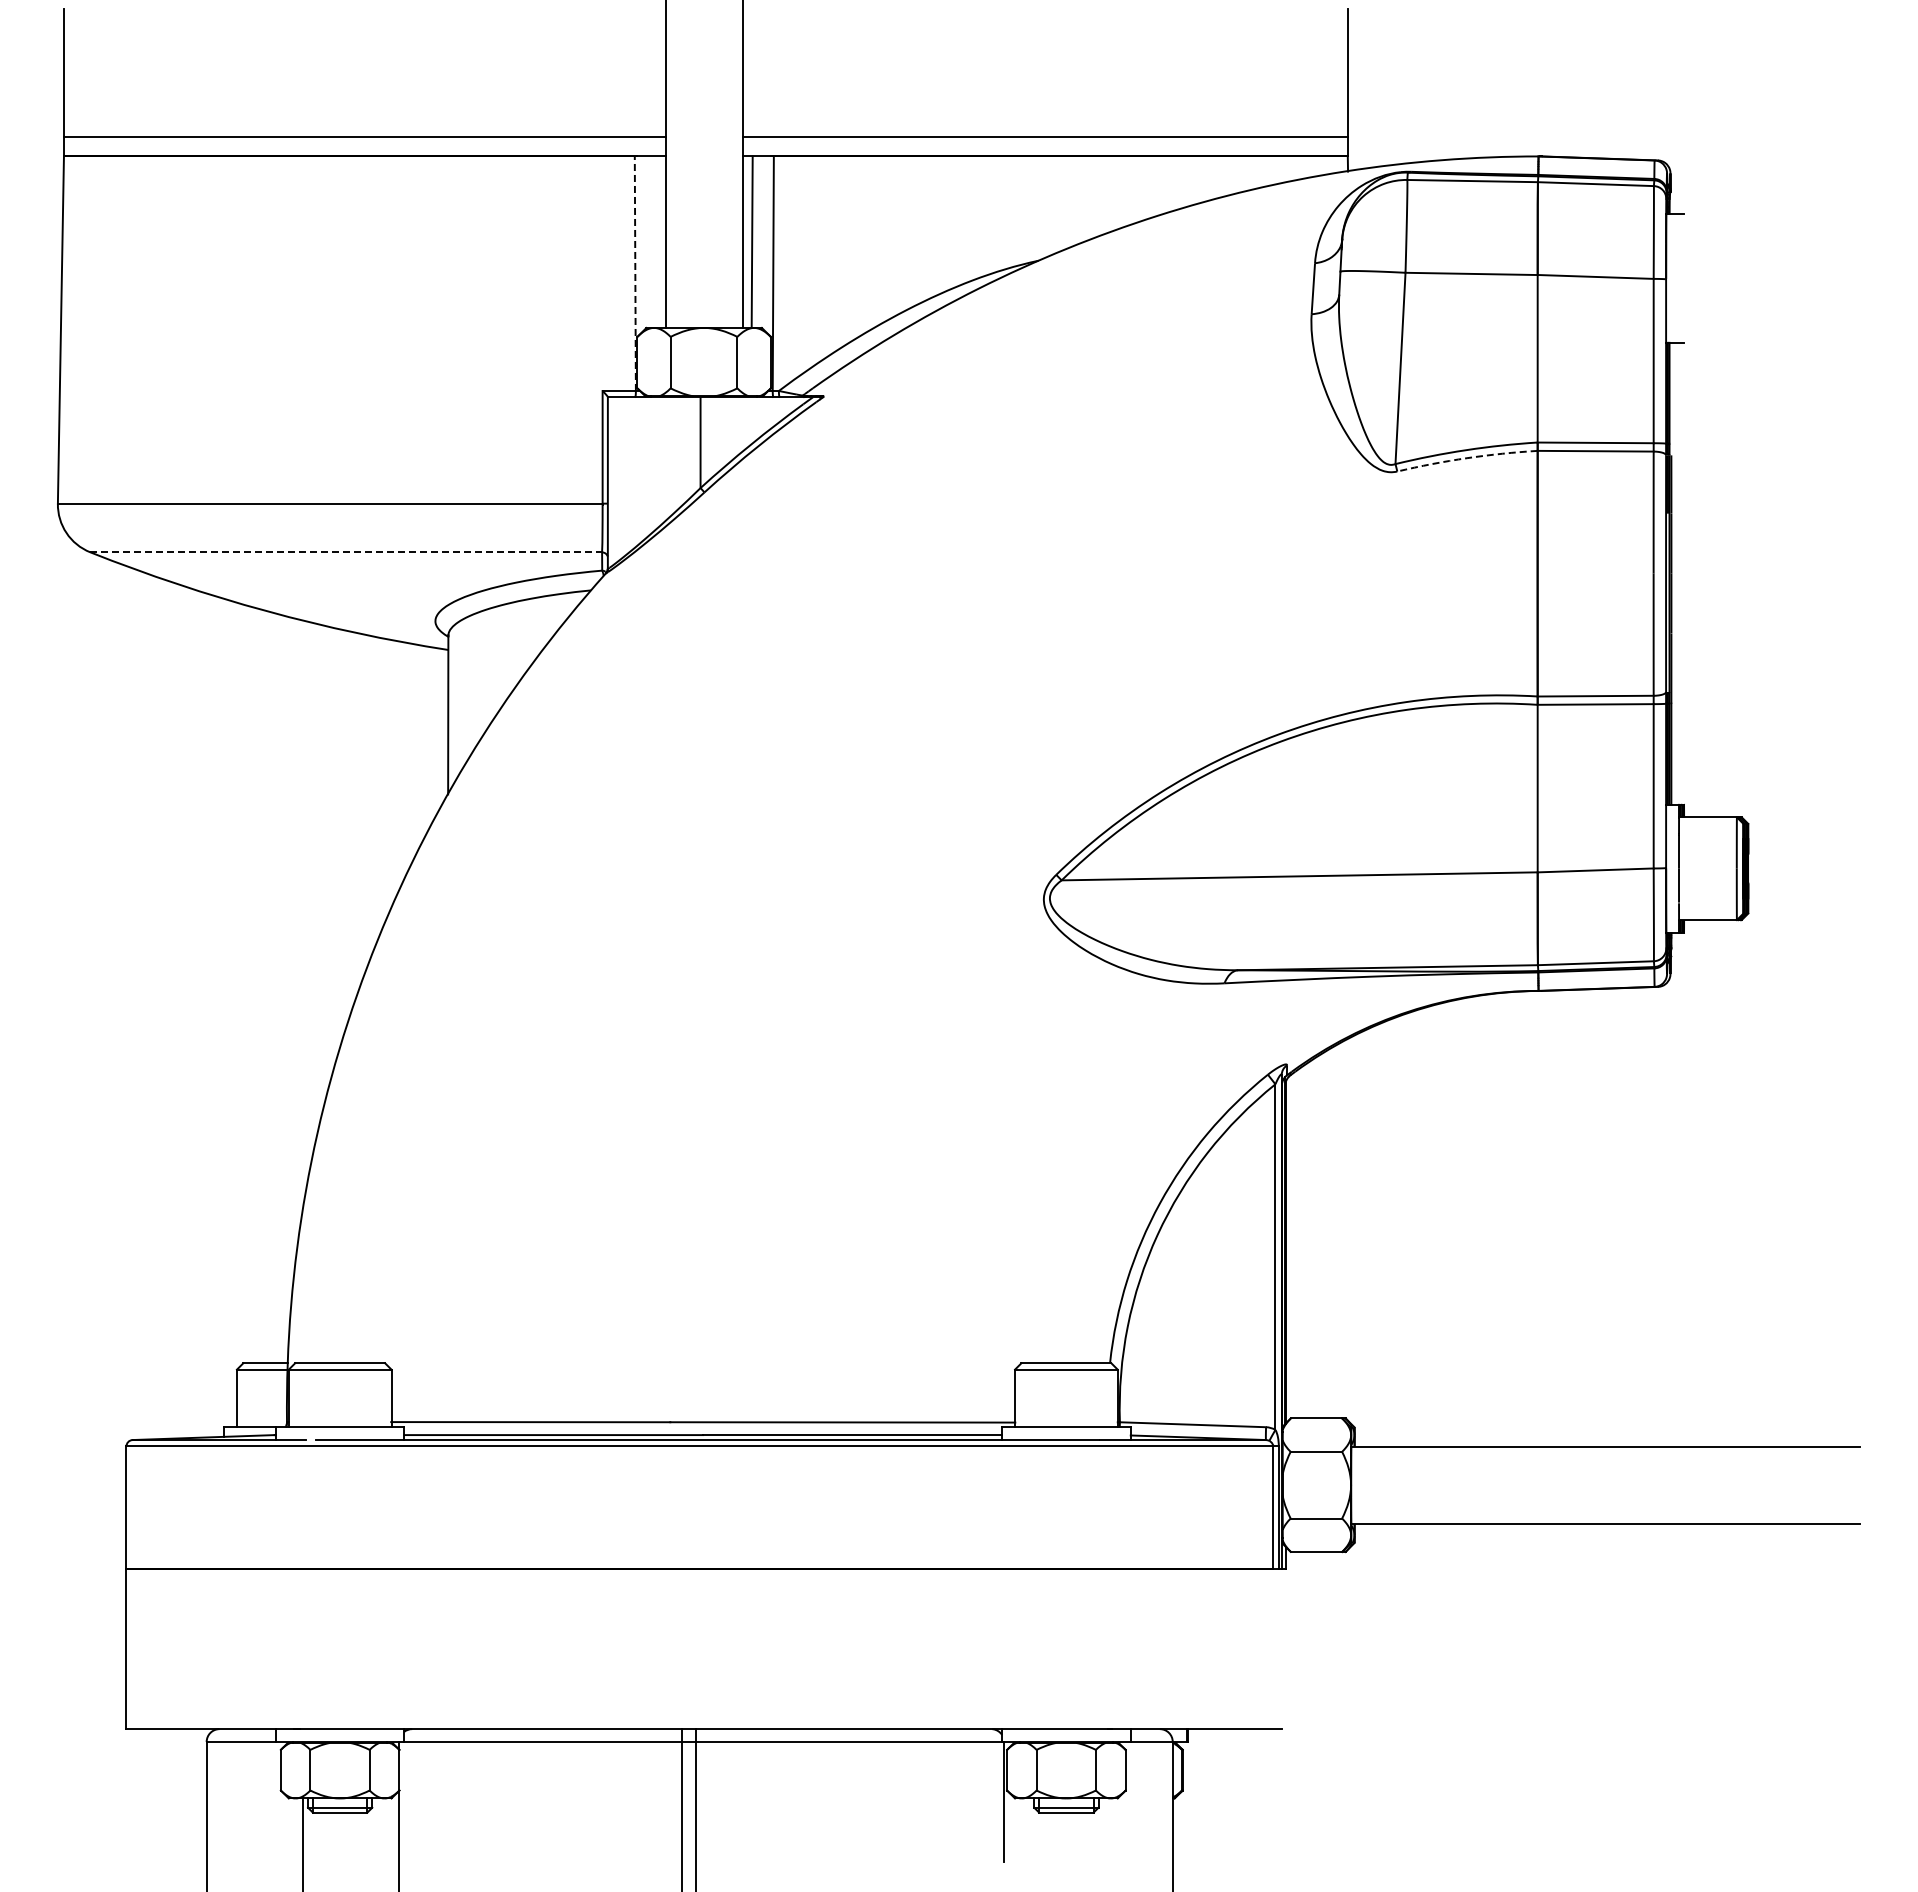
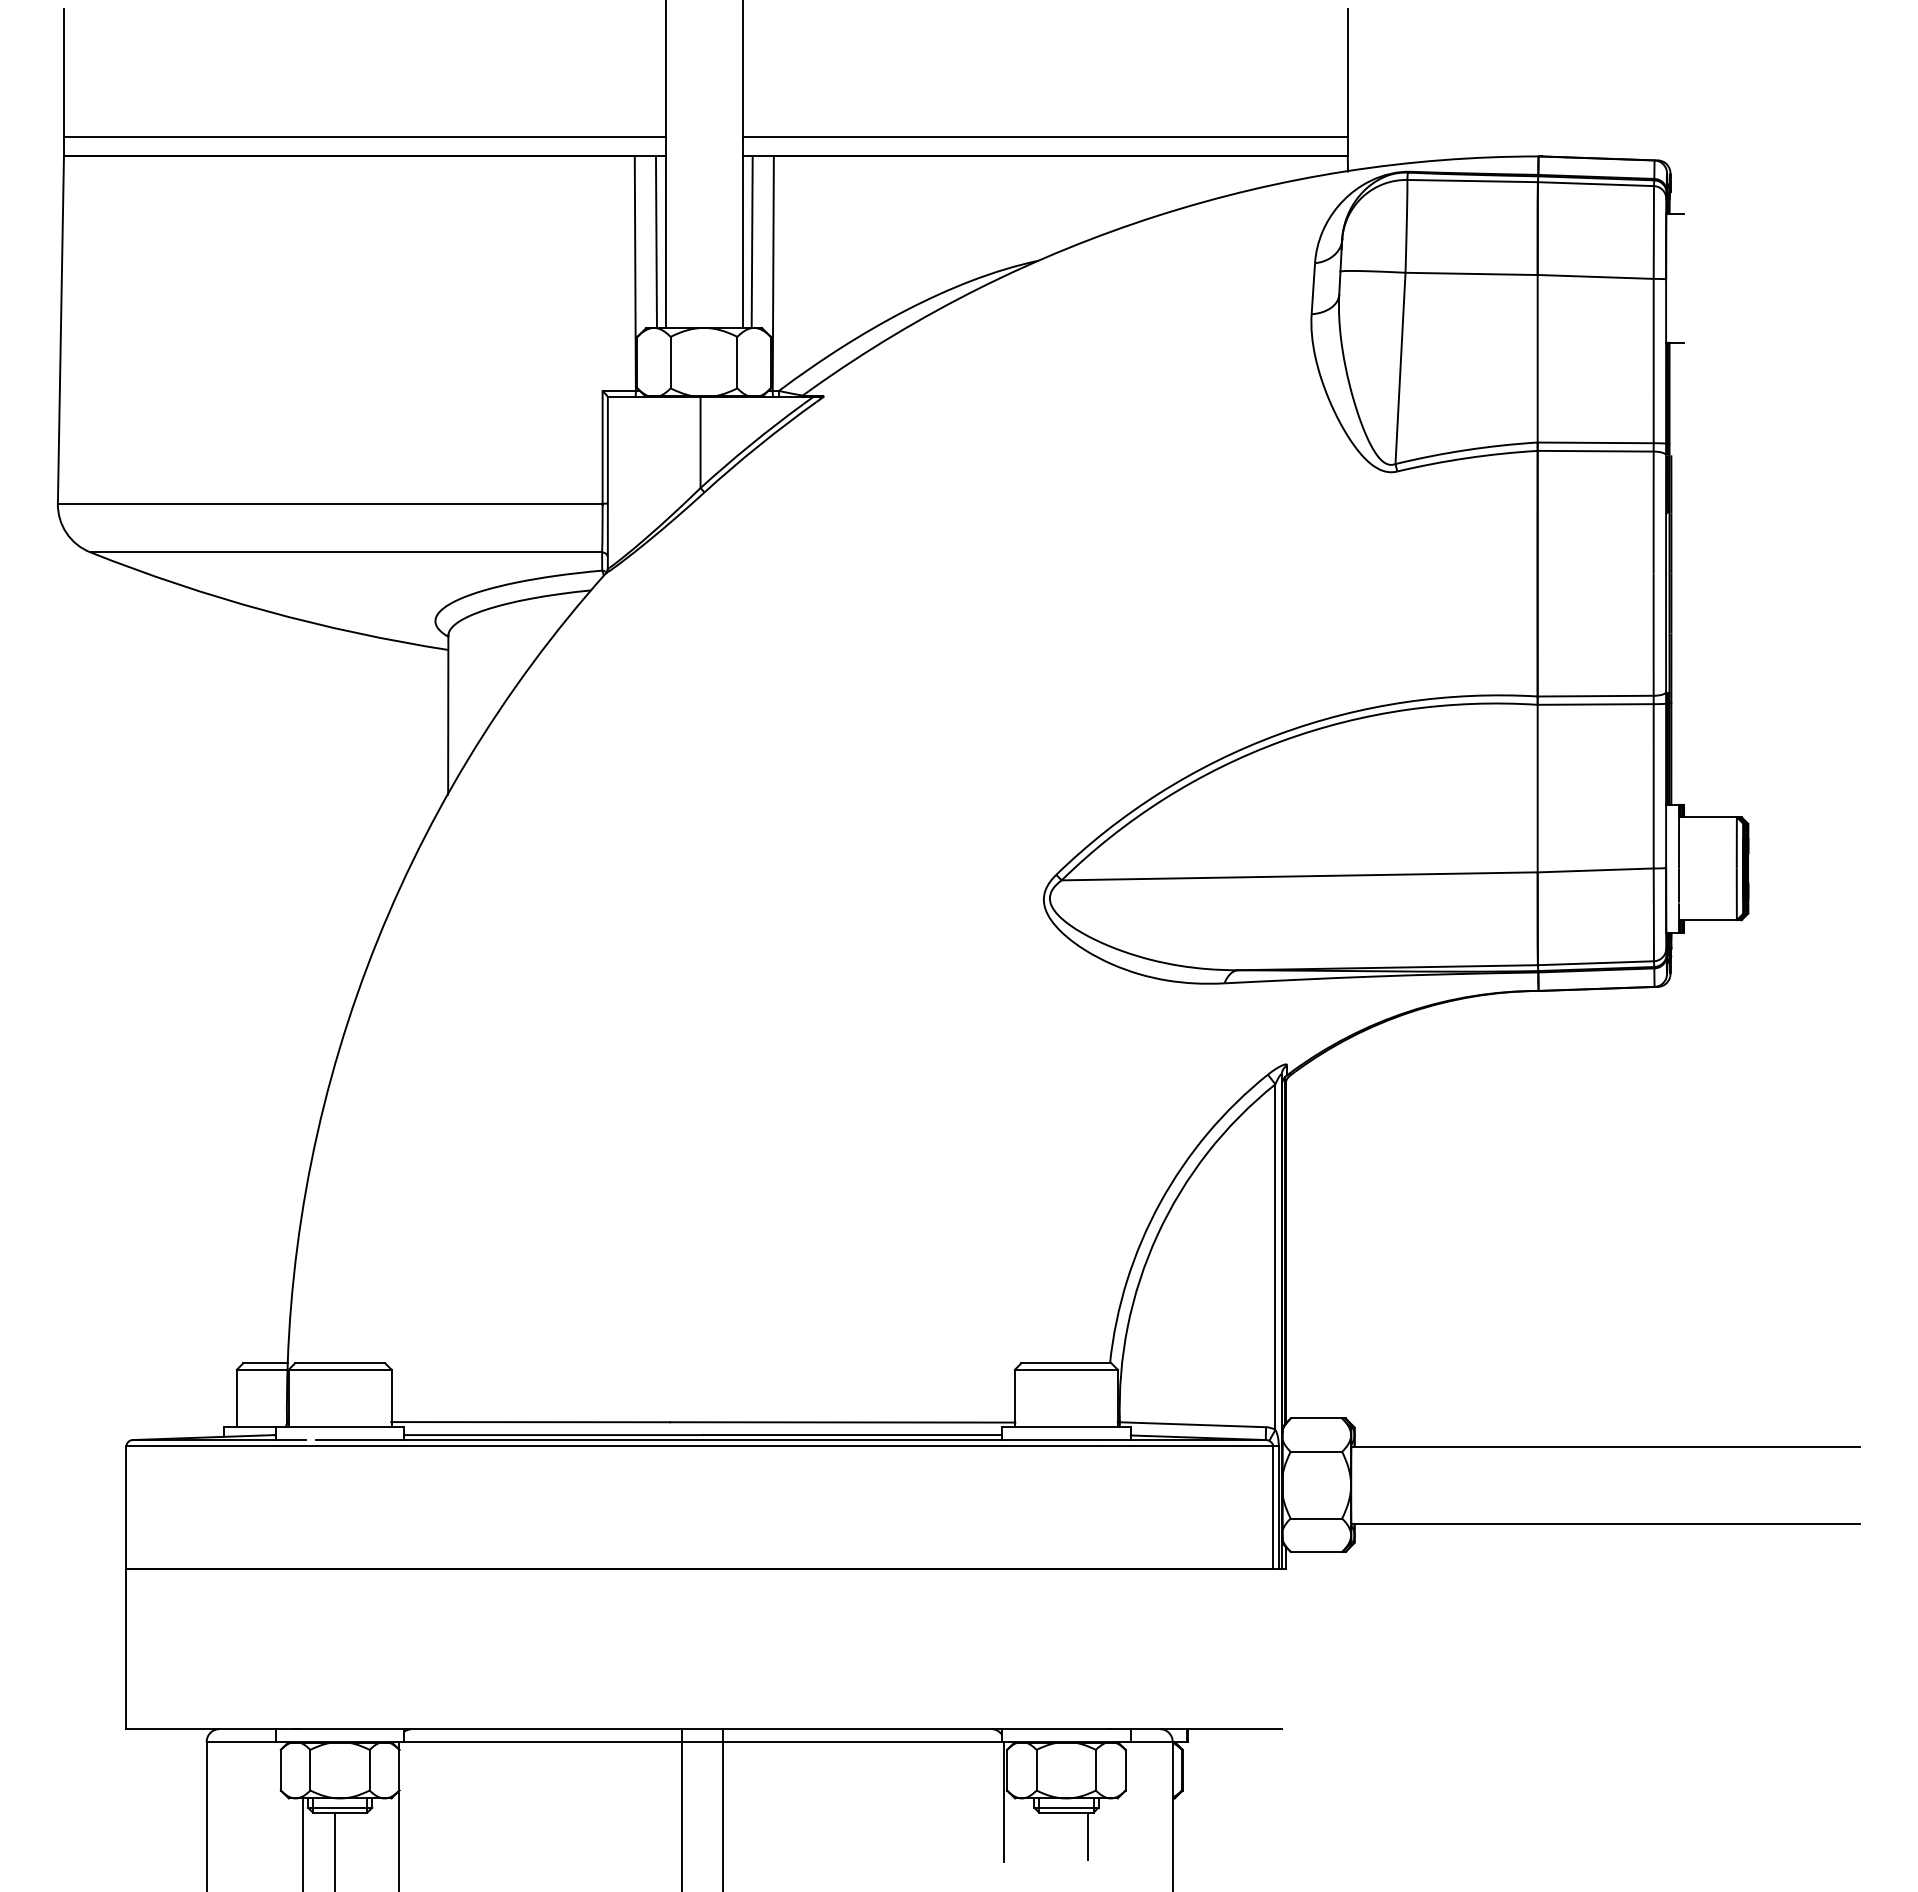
line at (655, 241): none -> present
line at (635, 273): dashed -> solid
arc at (1467, 458): dashed -> solid
line at (346, 552): dashed -> solid
line at (696, 1808) position: (696, 1808) -> (723, 1808)
line at (1088, 1835): none -> present
line at (335, 1850): none -> present
